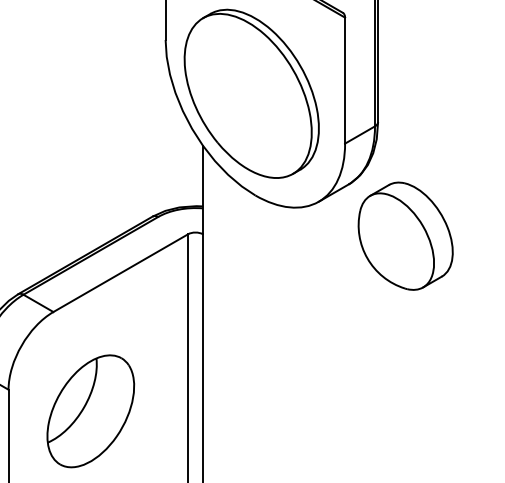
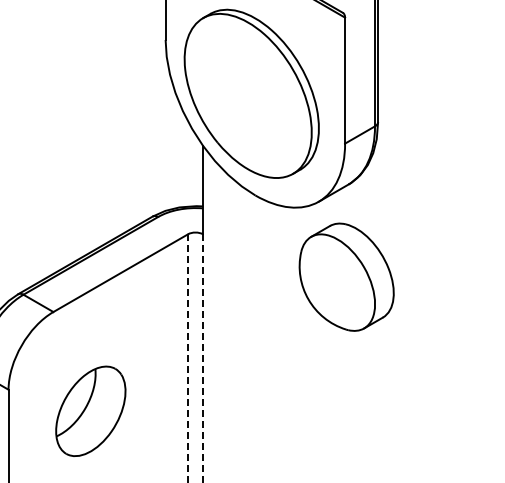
part at (405, 235) position: (405, 235) -> (346, 276)
line at (188, 359): solid -> dashed
line at (203, 359): solid -> dashed
part at (90, 411) size: 90x115 px -> 72x92 px
